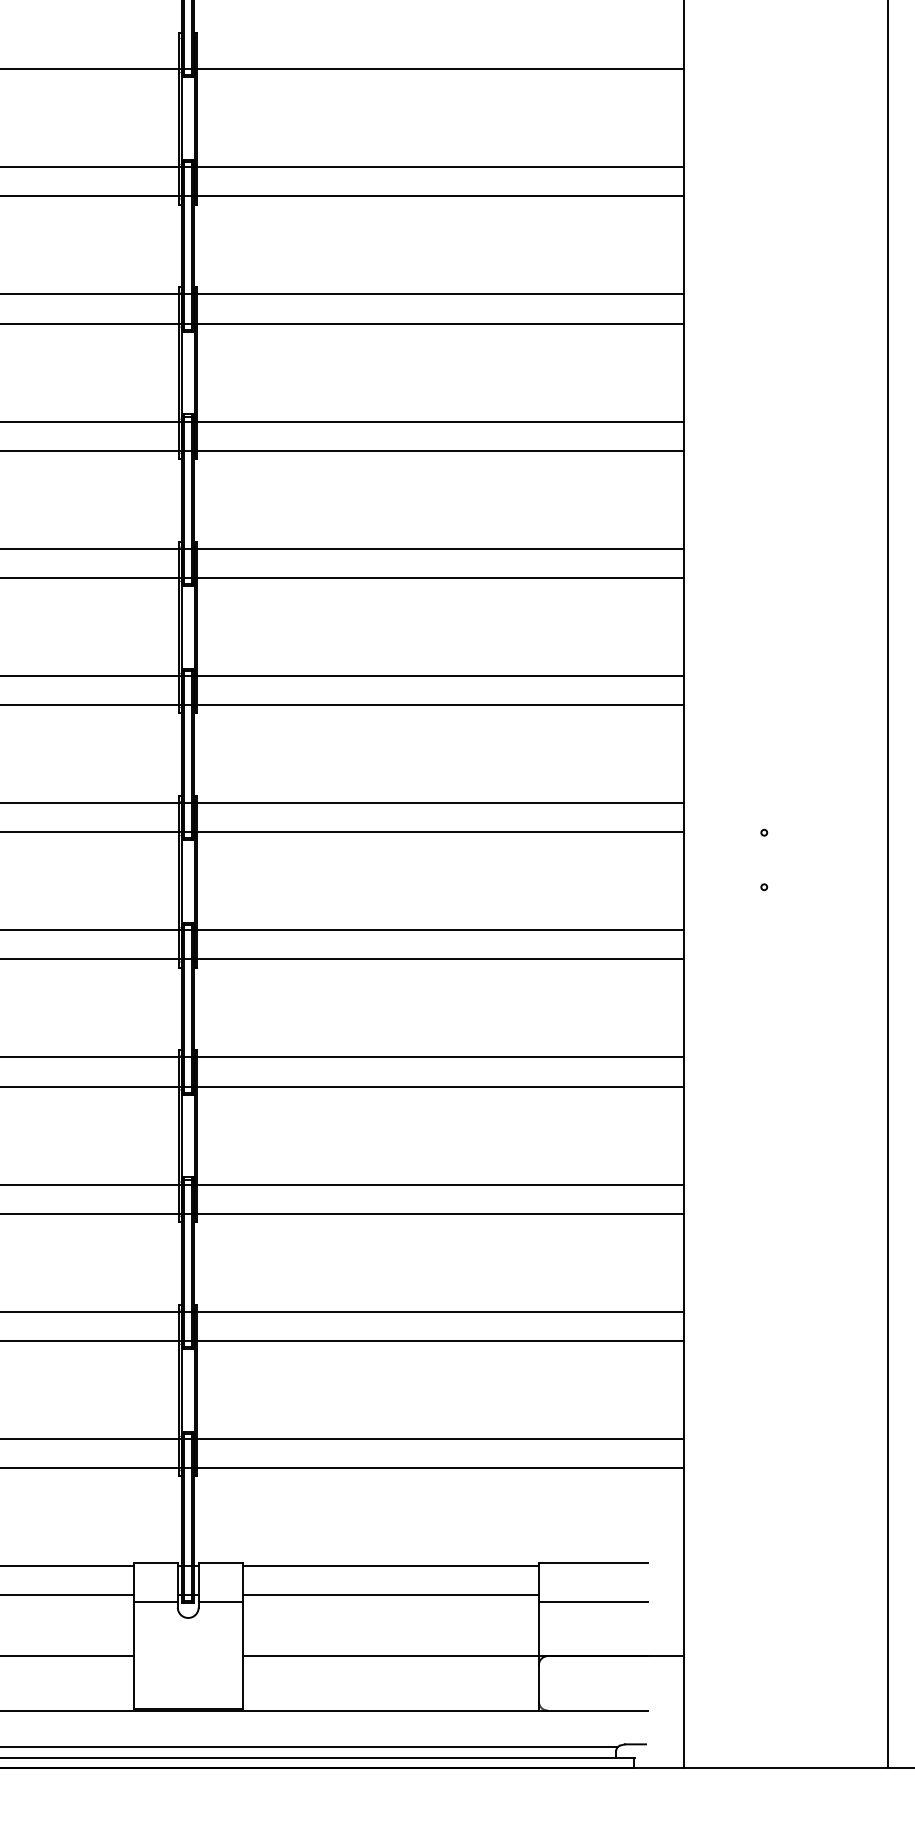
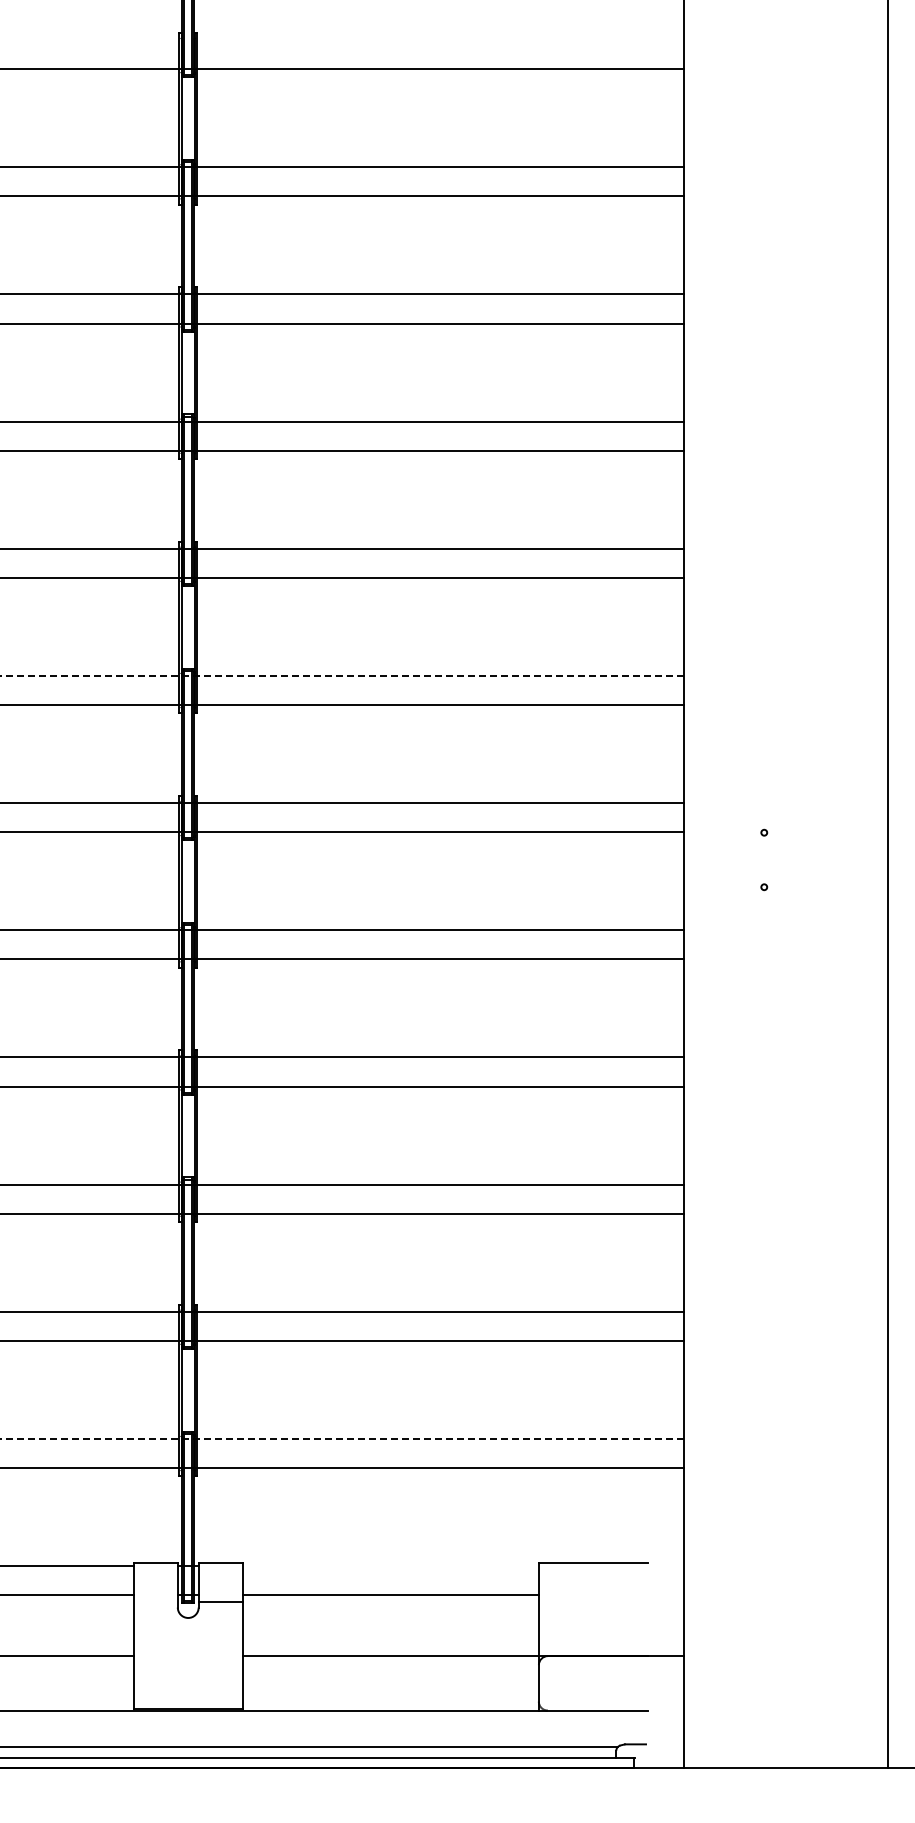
line at (341, 675): solid -> dashed
line at (341, 1438): solid -> dashed
line at (390, 1566): present -> none
line at (155, 1602): present -> none
line at (592, 1602): present -> none
